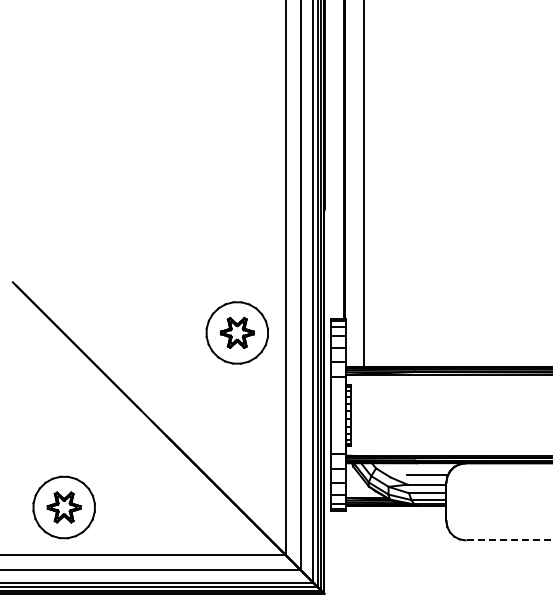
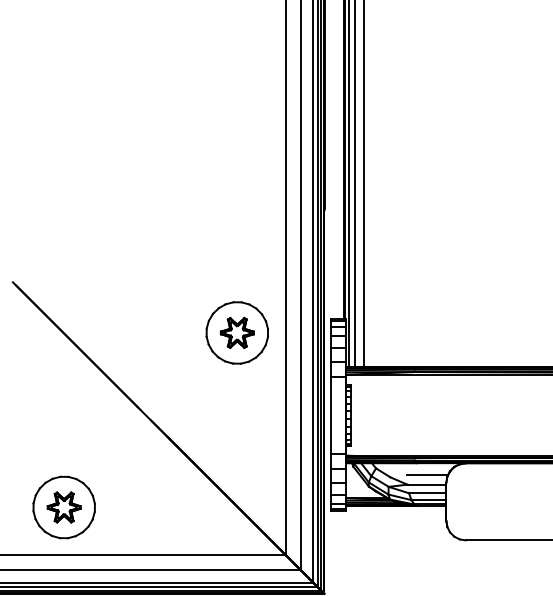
line at (348, 184): none -> present
line at (355, 184): none -> present
line at (508, 540): dashed -> solid
